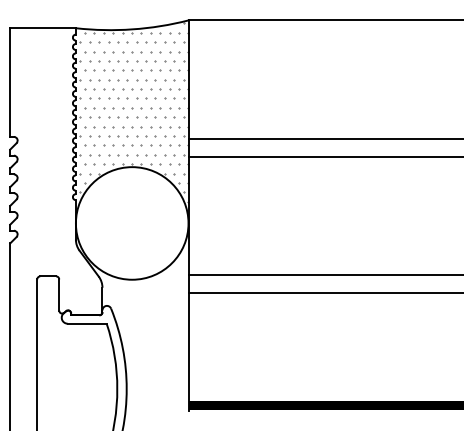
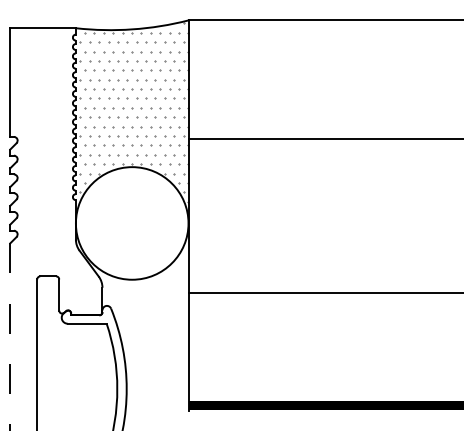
line at (324, 156): present -> none
line at (324, 274): present -> none
line at (10, 337): solid -> dashed
